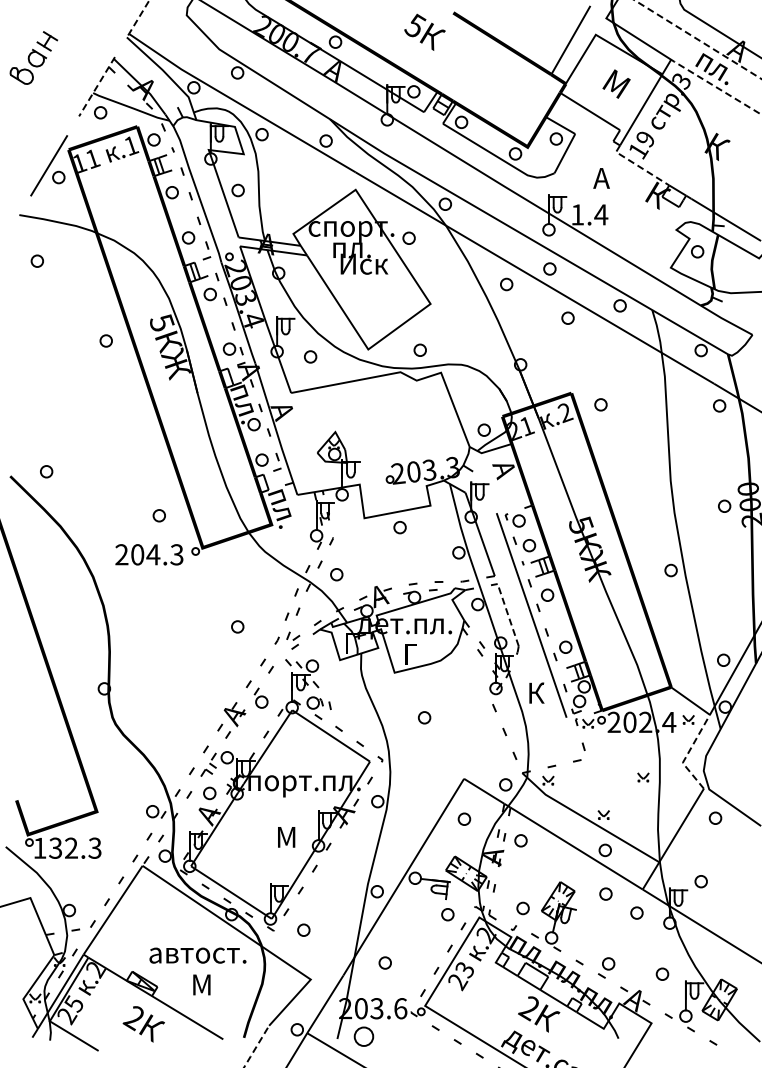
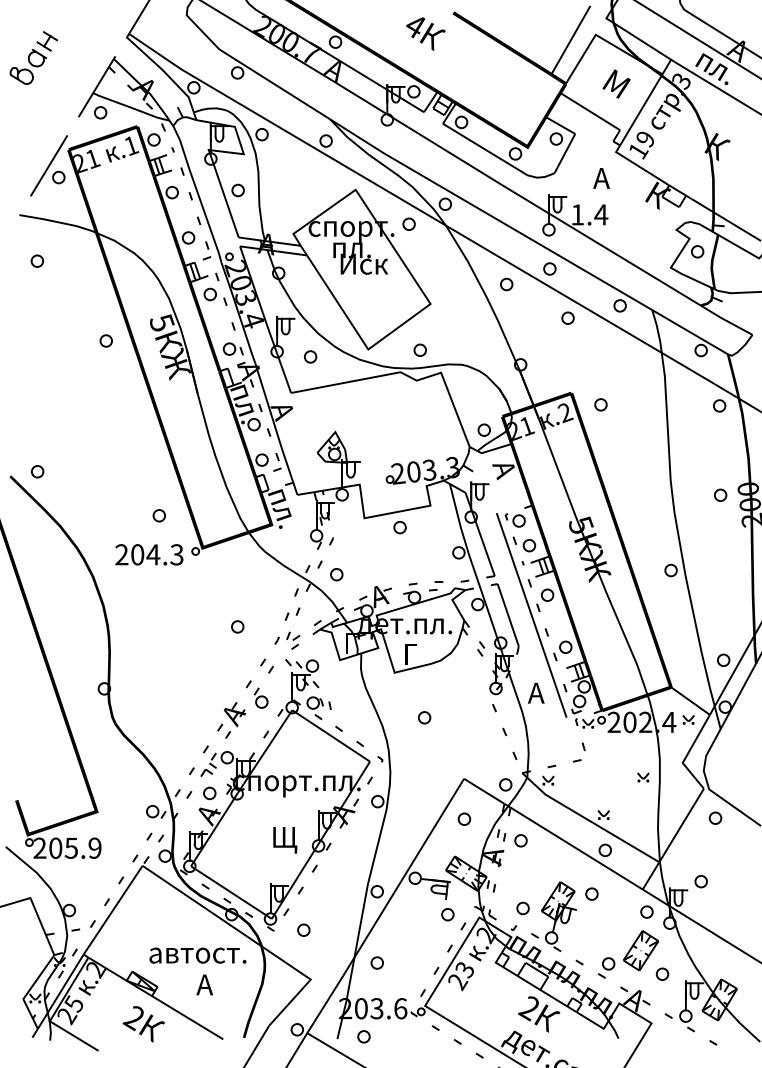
line at (138, 18): dashed -> solid
text at (415, 25): 5 -> 4
line at (697, 39): dashed -> solid
line at (97, 86): dashed -> solid
line at (718, 88): dashed -> solid
text at (80, 162): 11 -> 21
line at (638, 166): dashed -> solid
part at (408, 237) position: (408, 237) -> (408, 223)
part at (46, 471) position: (46, 471) -> (37, 471)
part at (724, 505) position: (724, 505) -> (720, 494)
line at (508, 615): dashed -> solid
text at (536, 692): К -> А
line at (688, 753): dashed -> solid
text at (285, 840): М -> Щ
text at (67, 847): 132.3 -> 205.9
part at (605, 893) position: (605, 893) -> (591, 893)
part at (636, 912) position: (636, 912) -> (646, 911)
part at (641, 950): none -> present
part at (384, 962) position: (384, 962) -> (376, 962)
text at (202, 984): М -> А
part at (363, 1036) size: 22x21 px -> 14x14 px
line at (256, 1047): dashed -> solid
